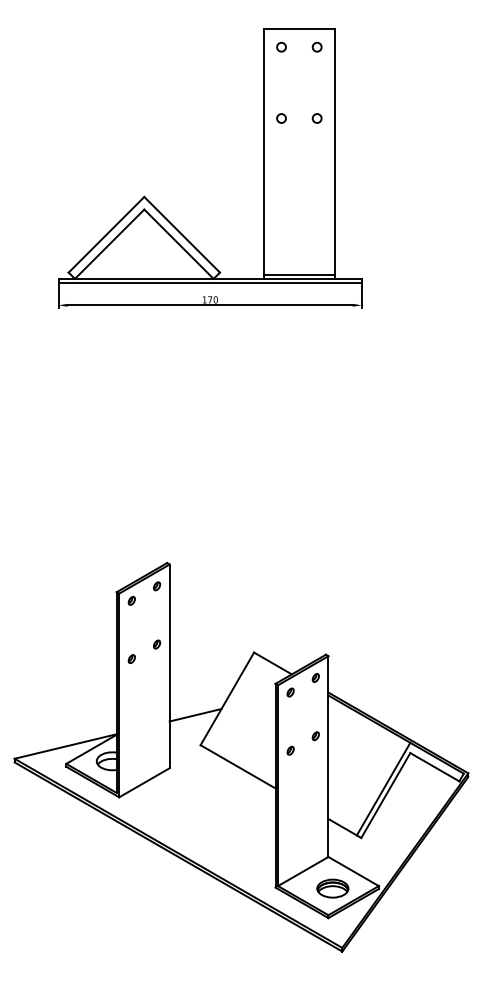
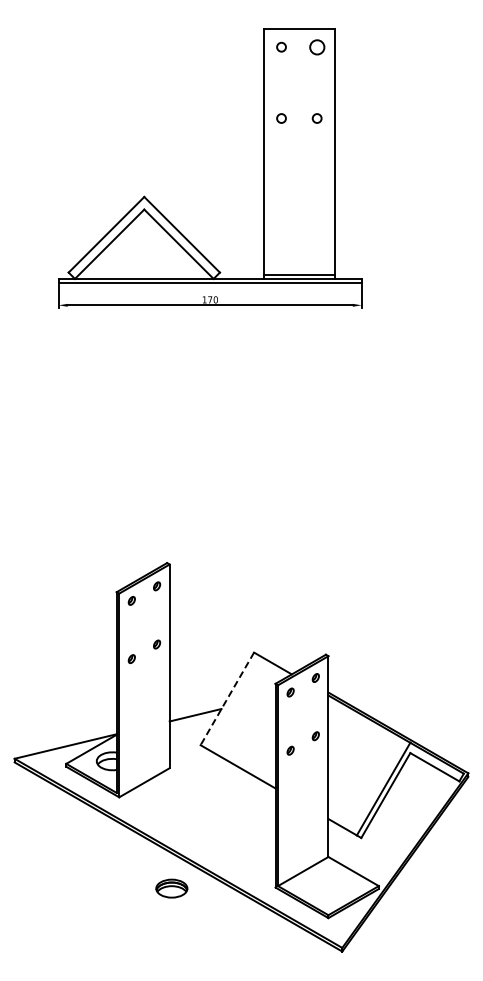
circle at (316, 46) size: 12x12 px -> 17x17 px
line at (227, 699): solid -> dashed
part at (332, 888) position: (332, 888) -> (171, 888)
